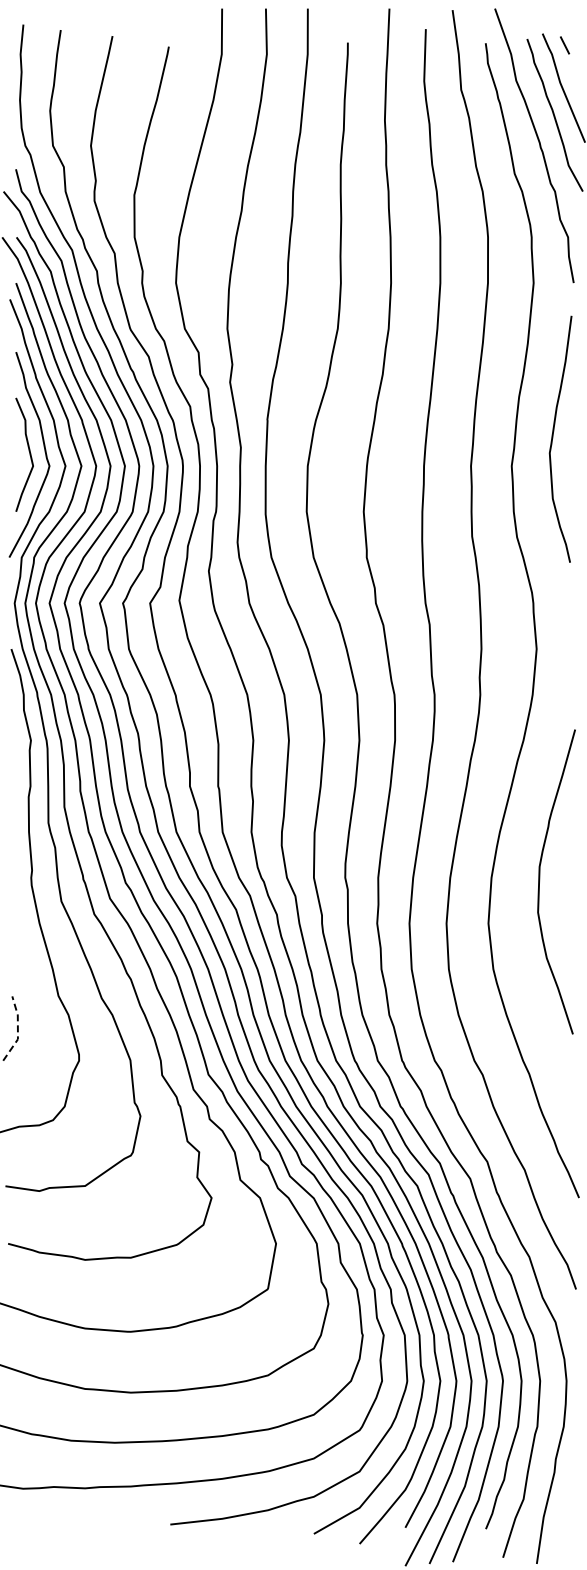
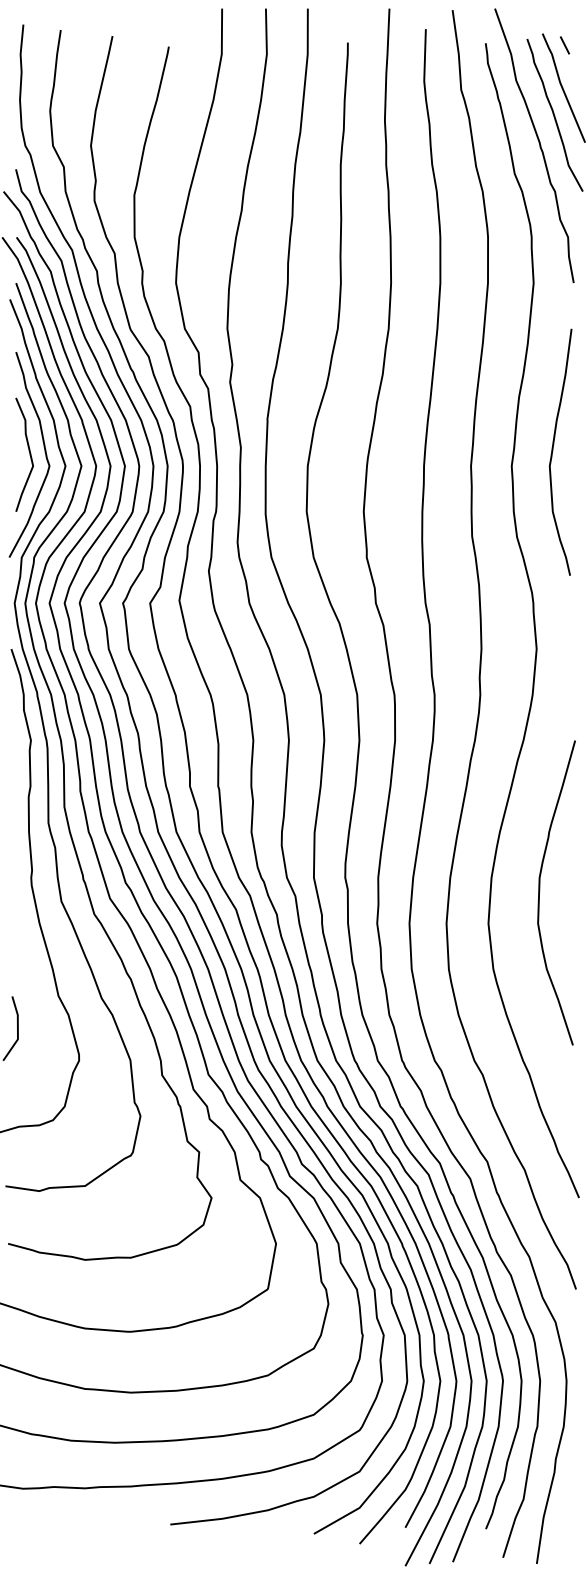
curve at (553, 438) position: (553, 438) -> (553, 451)
curve at (540, 880) position: (540, 880) -> (540, 891)
line at (17, 1030): dashed -> solid
